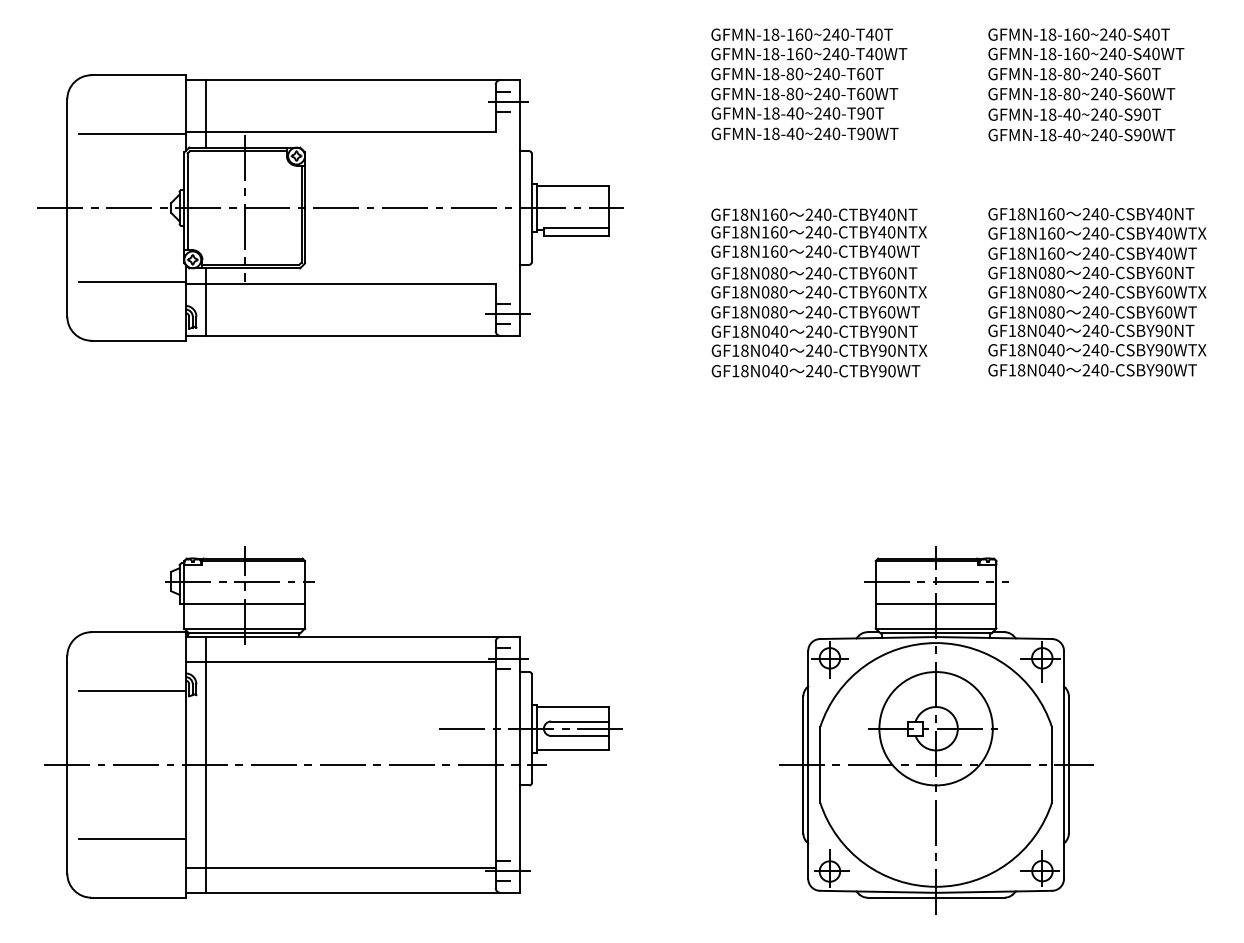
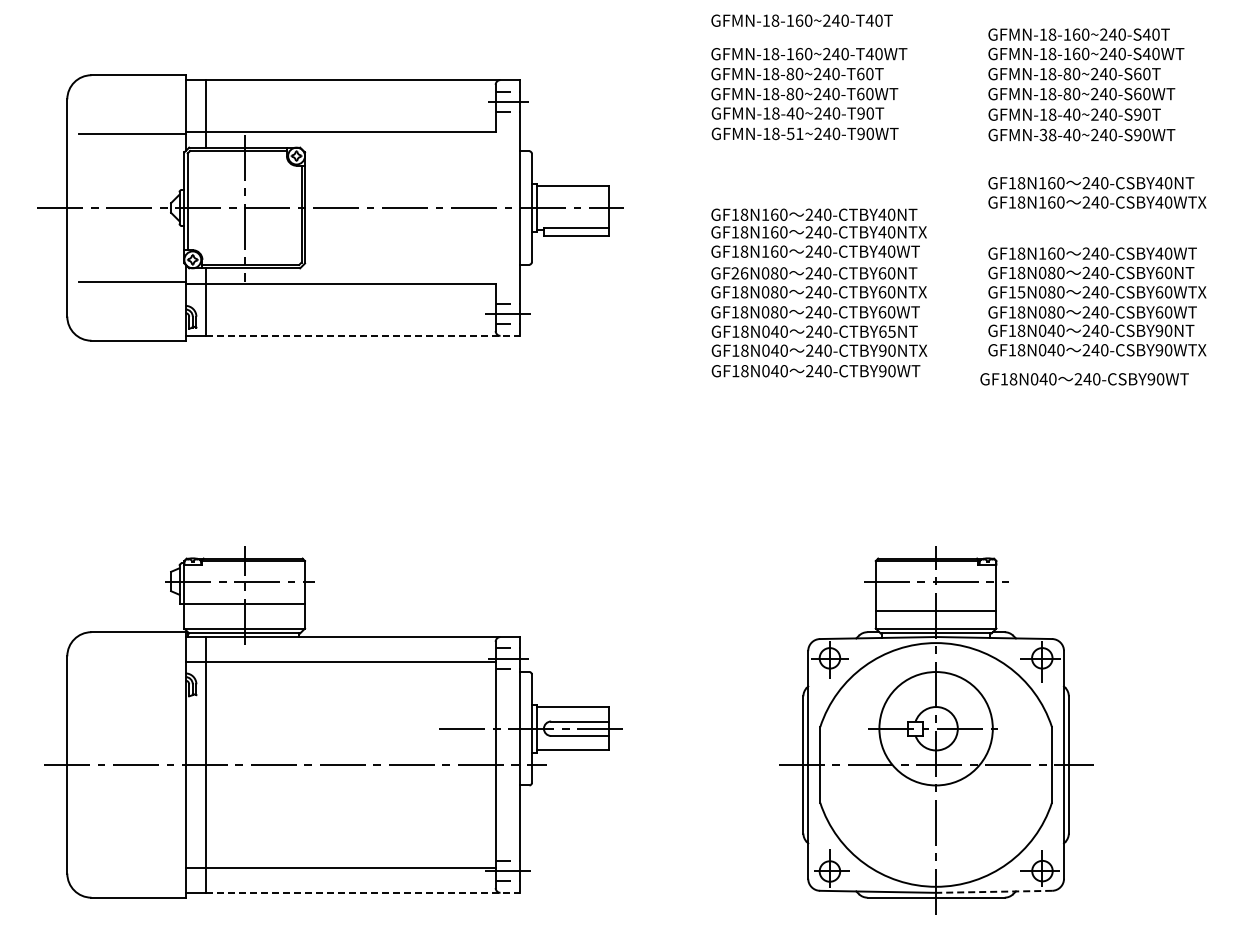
text at (801, 34) position: (801, 34) -> (801, 20)
text at (794, 133): GFMN-18-40~240-T90WT -> GFMN-18-51~240-T90WT
text at (1043, 134): GFMN-18-40~240-S90WT -> GFMN-38-40~240-S90WT
text at (1097, 223) position: (1097, 223) -> (1097, 192)
text at (739, 273): GF18N080 -> GF26N080
text at (1021, 292): GF18N080 -> GF15N080
text at (887, 331): 240-CTBY90NT -> 240-CTBY65NT
line at (362, 335): solid -> dashed
text at (1092, 370) position: (1092, 370) -> (1084, 379)
line at (935, 604) position: (935, 604) -> (935, 611)
line at (132, 691): present -> none
line at (132, 838): present -> none
line at (993, 891): solid -> dashed
line at (362, 892): solid -> dashed
